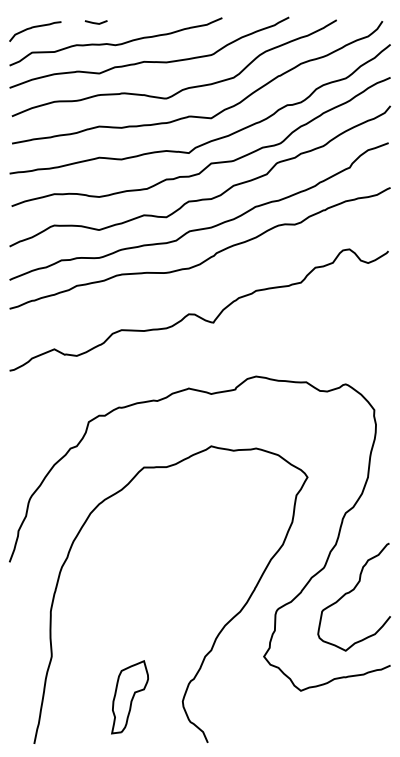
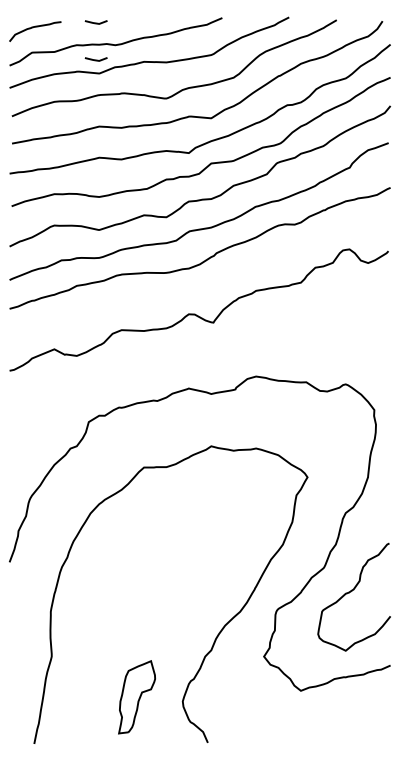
line at (95, 59): none -> present
part at (129, 697) position: (129, 697) -> (136, 697)
